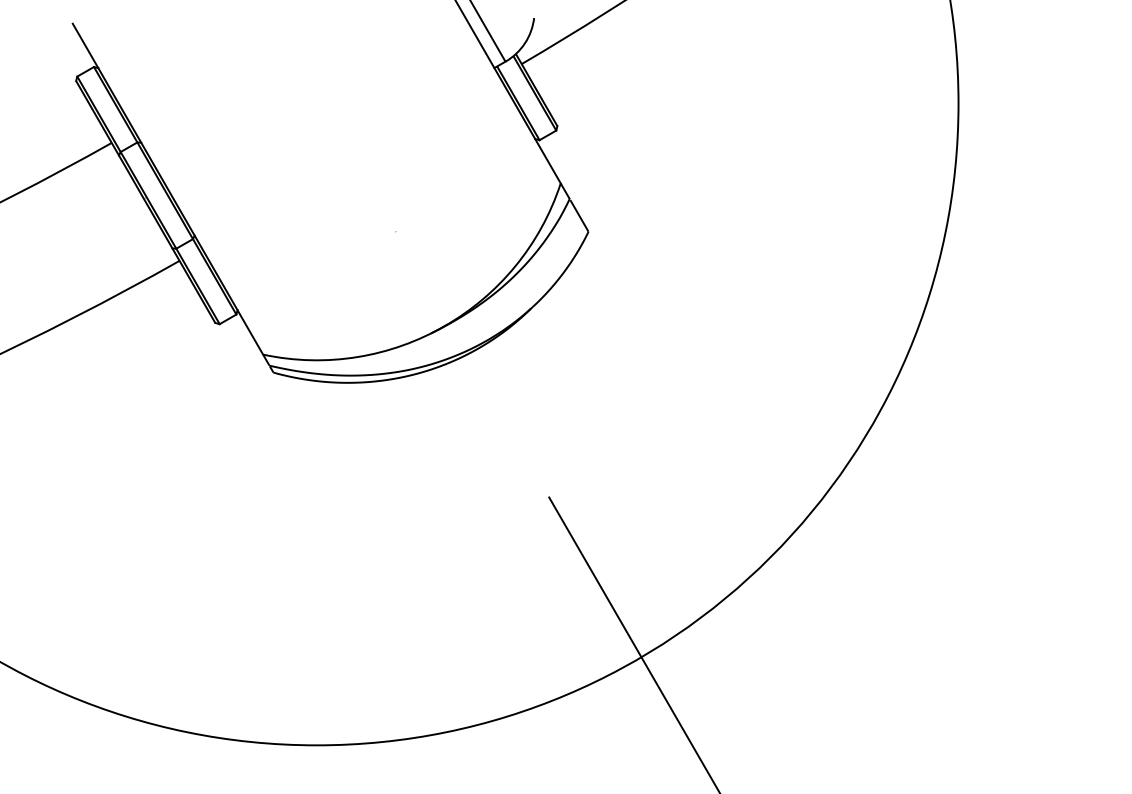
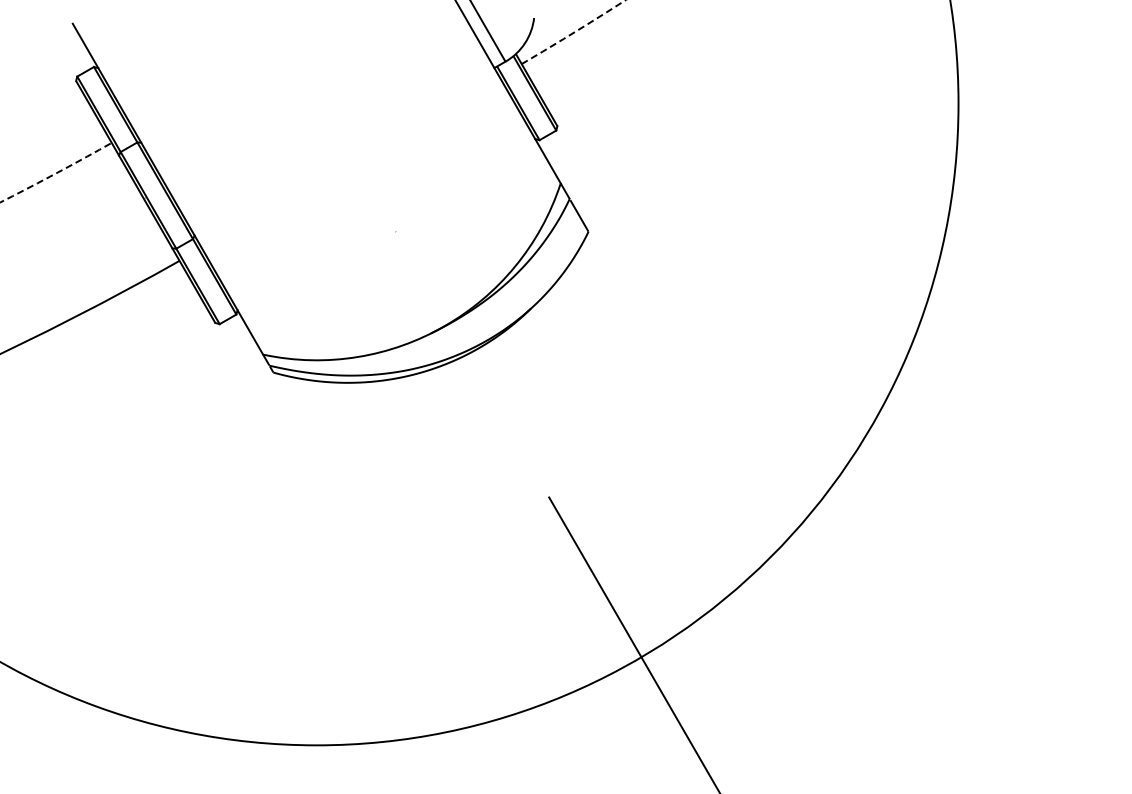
arc at (574, 32): solid -> dashed
arc at (56, 173): solid -> dashed
